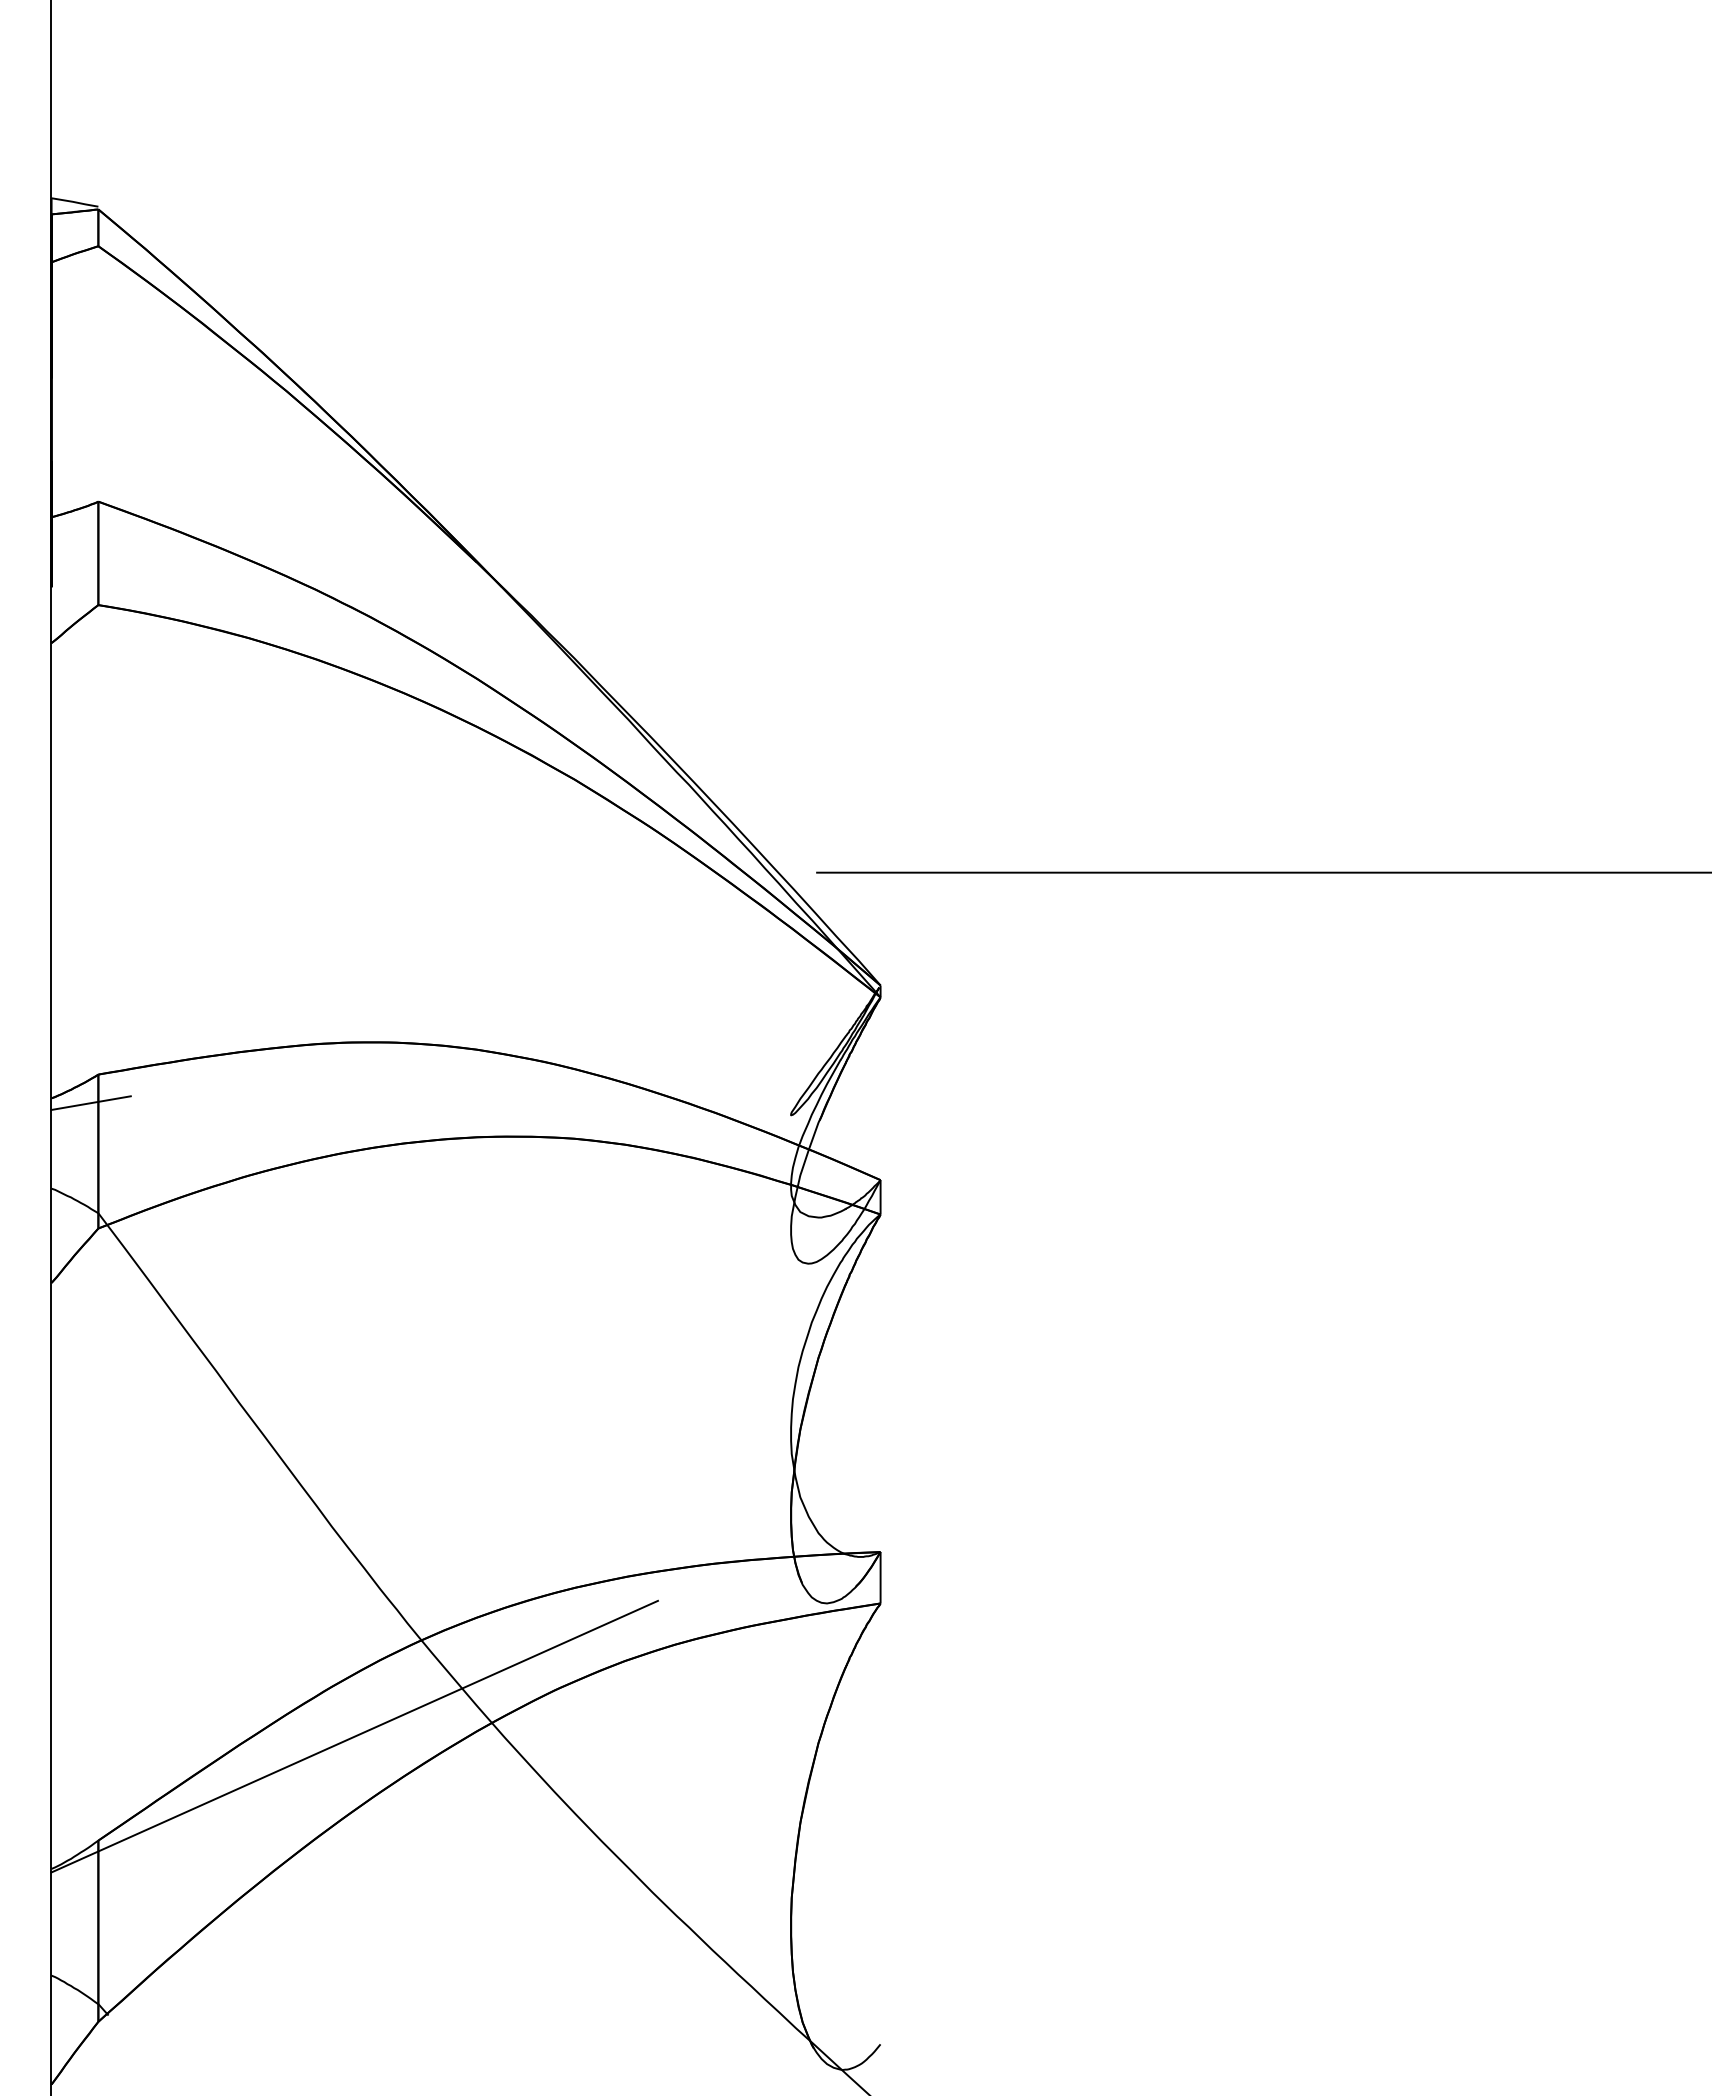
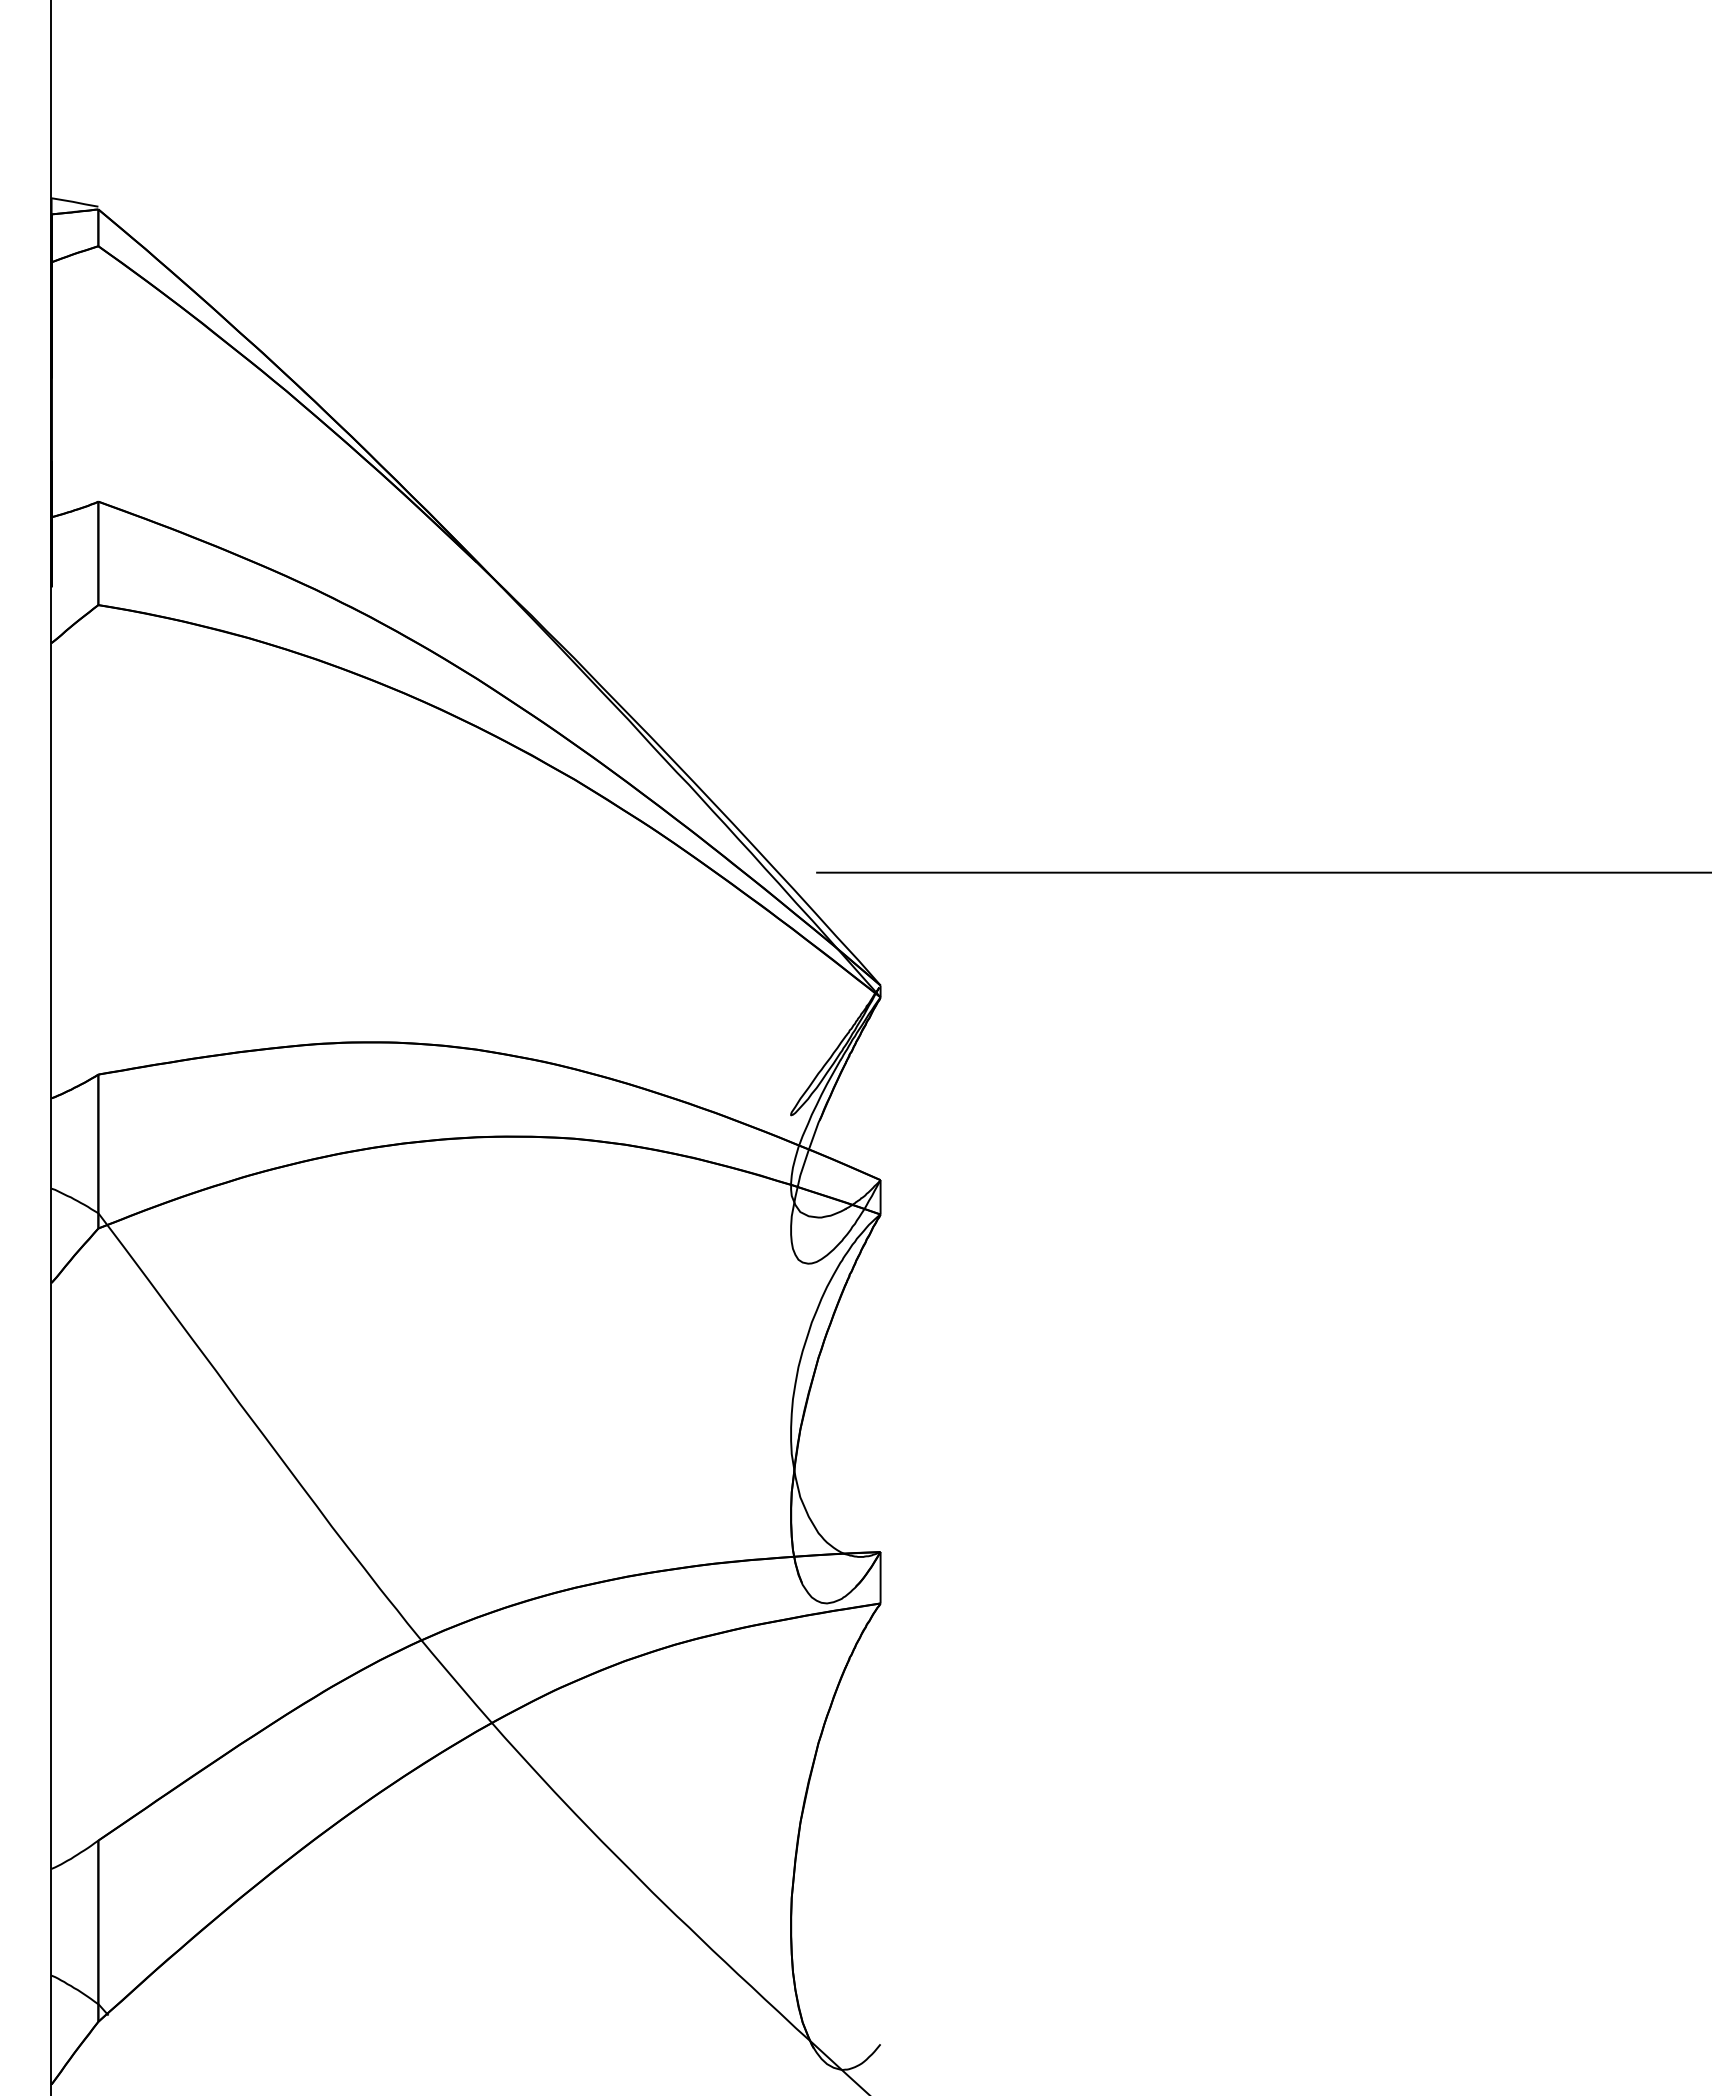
line at (90, 1102): present -> none
line at (354, 1736): present -> none
